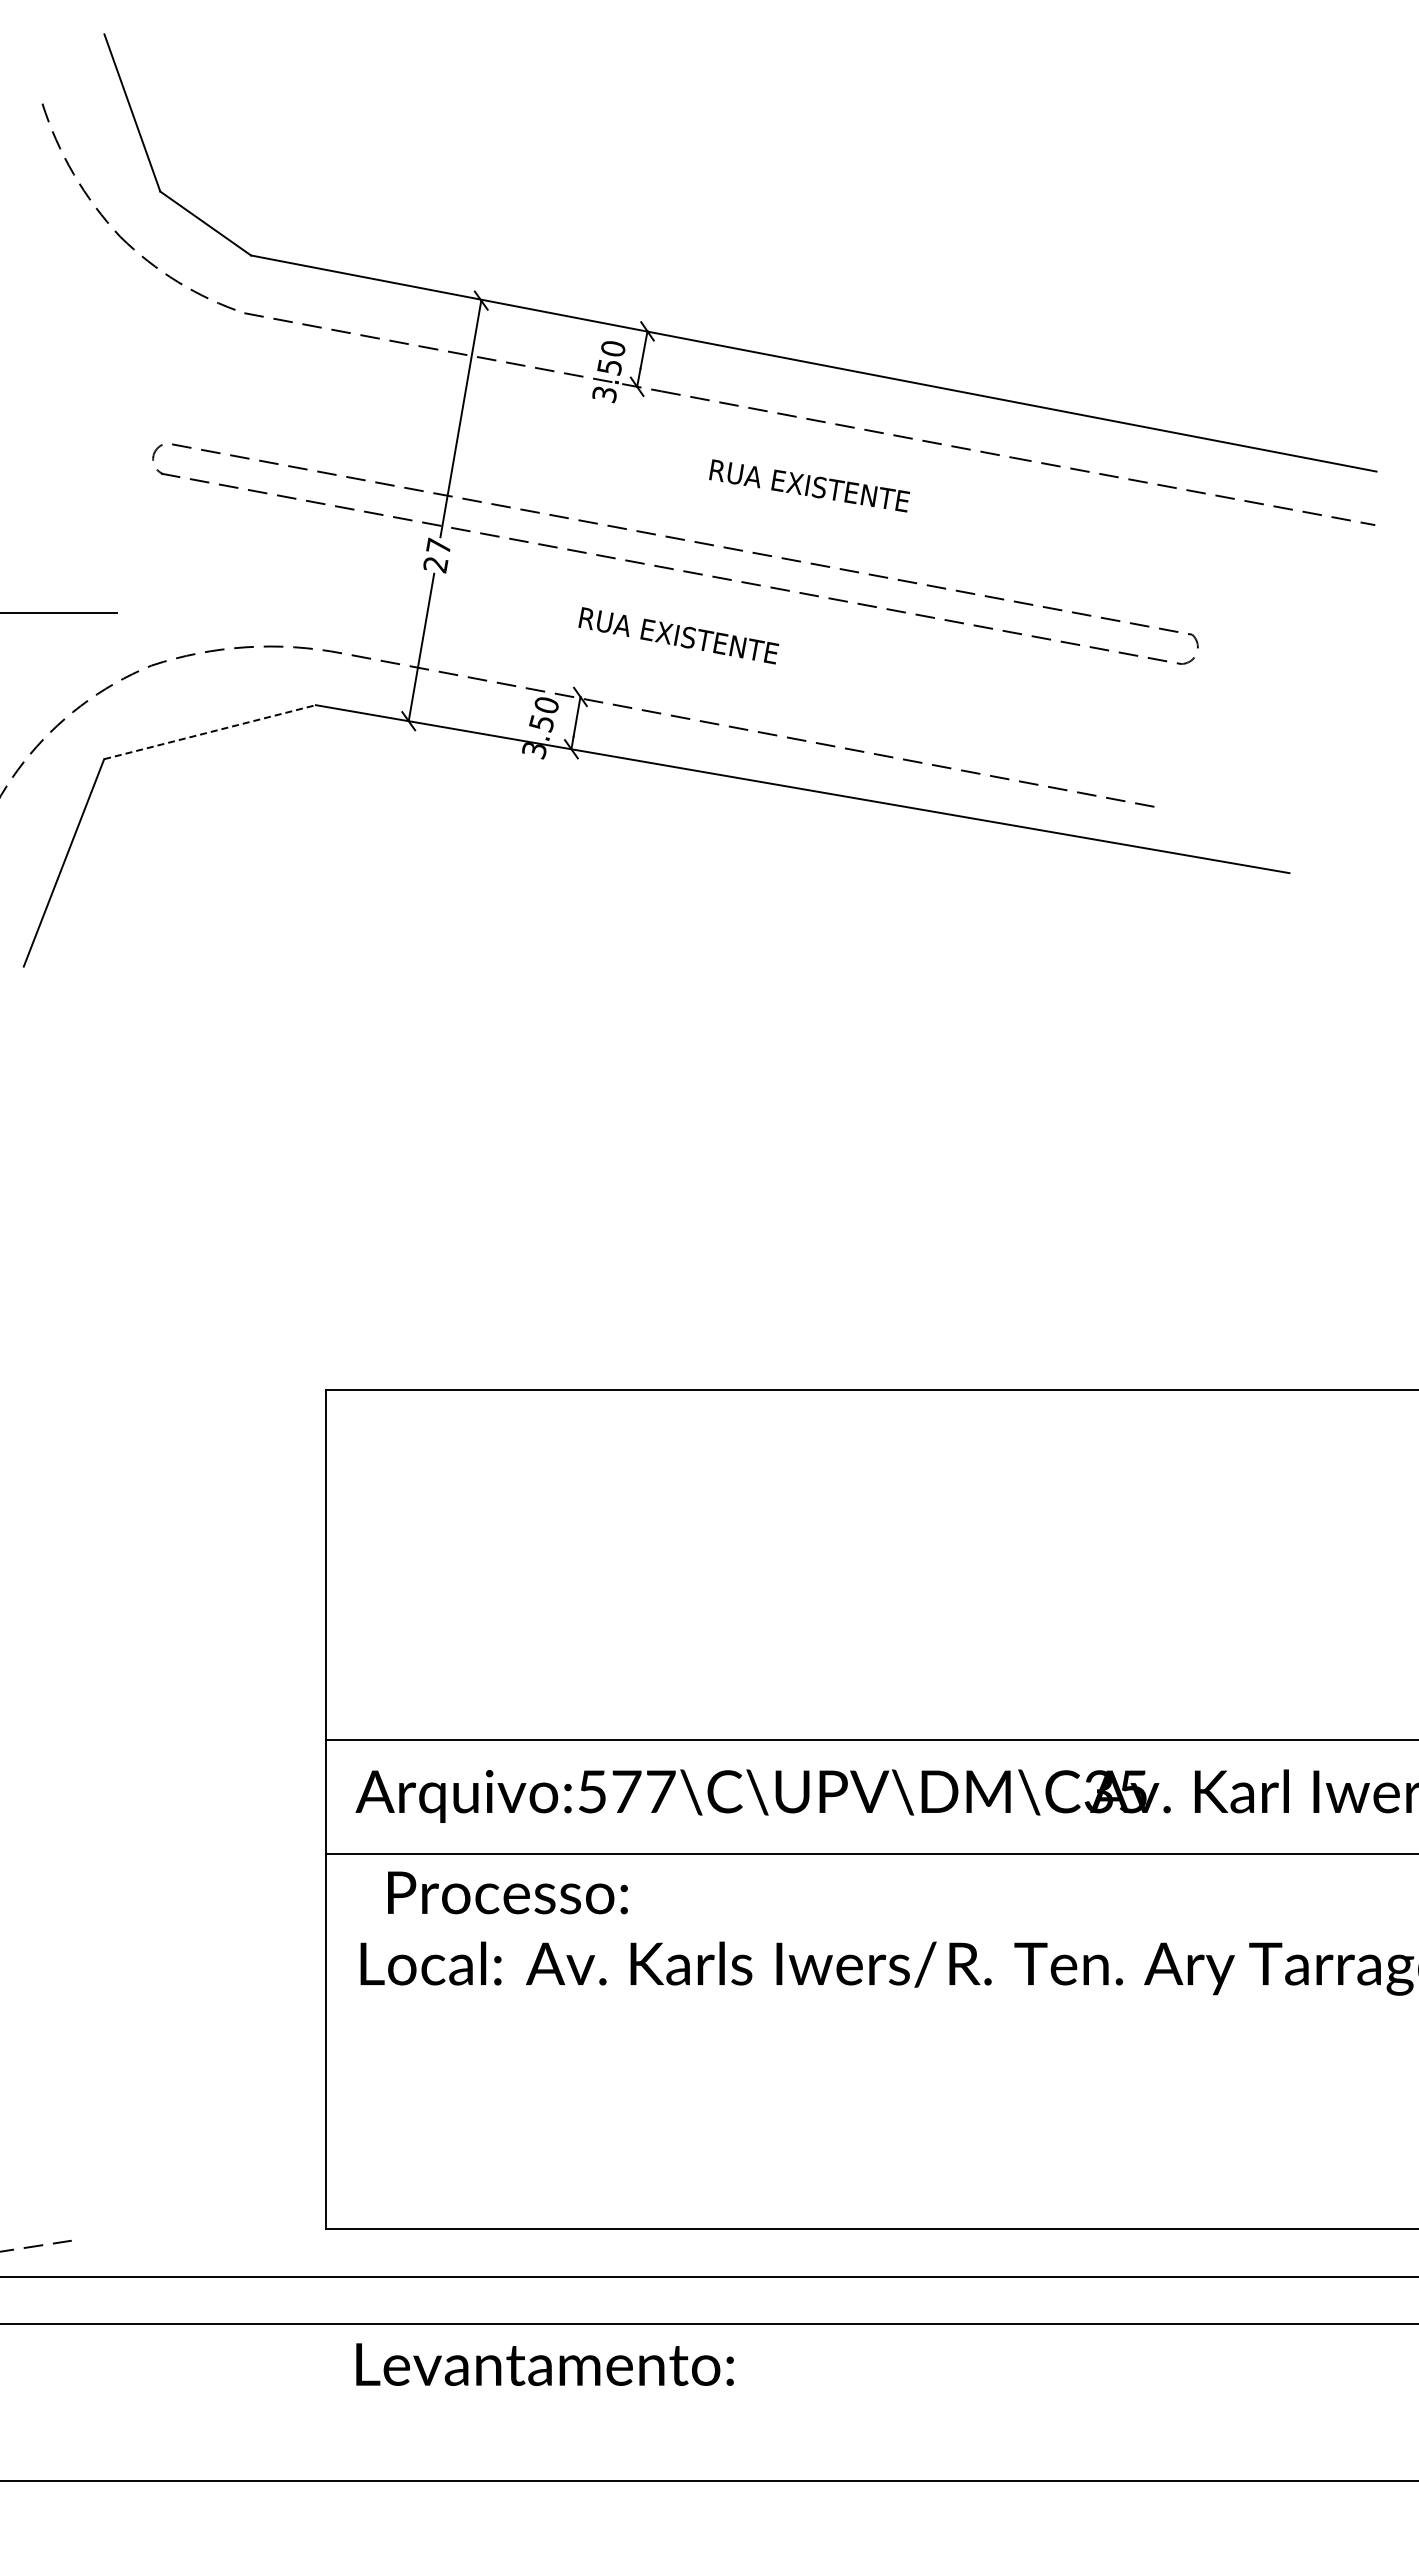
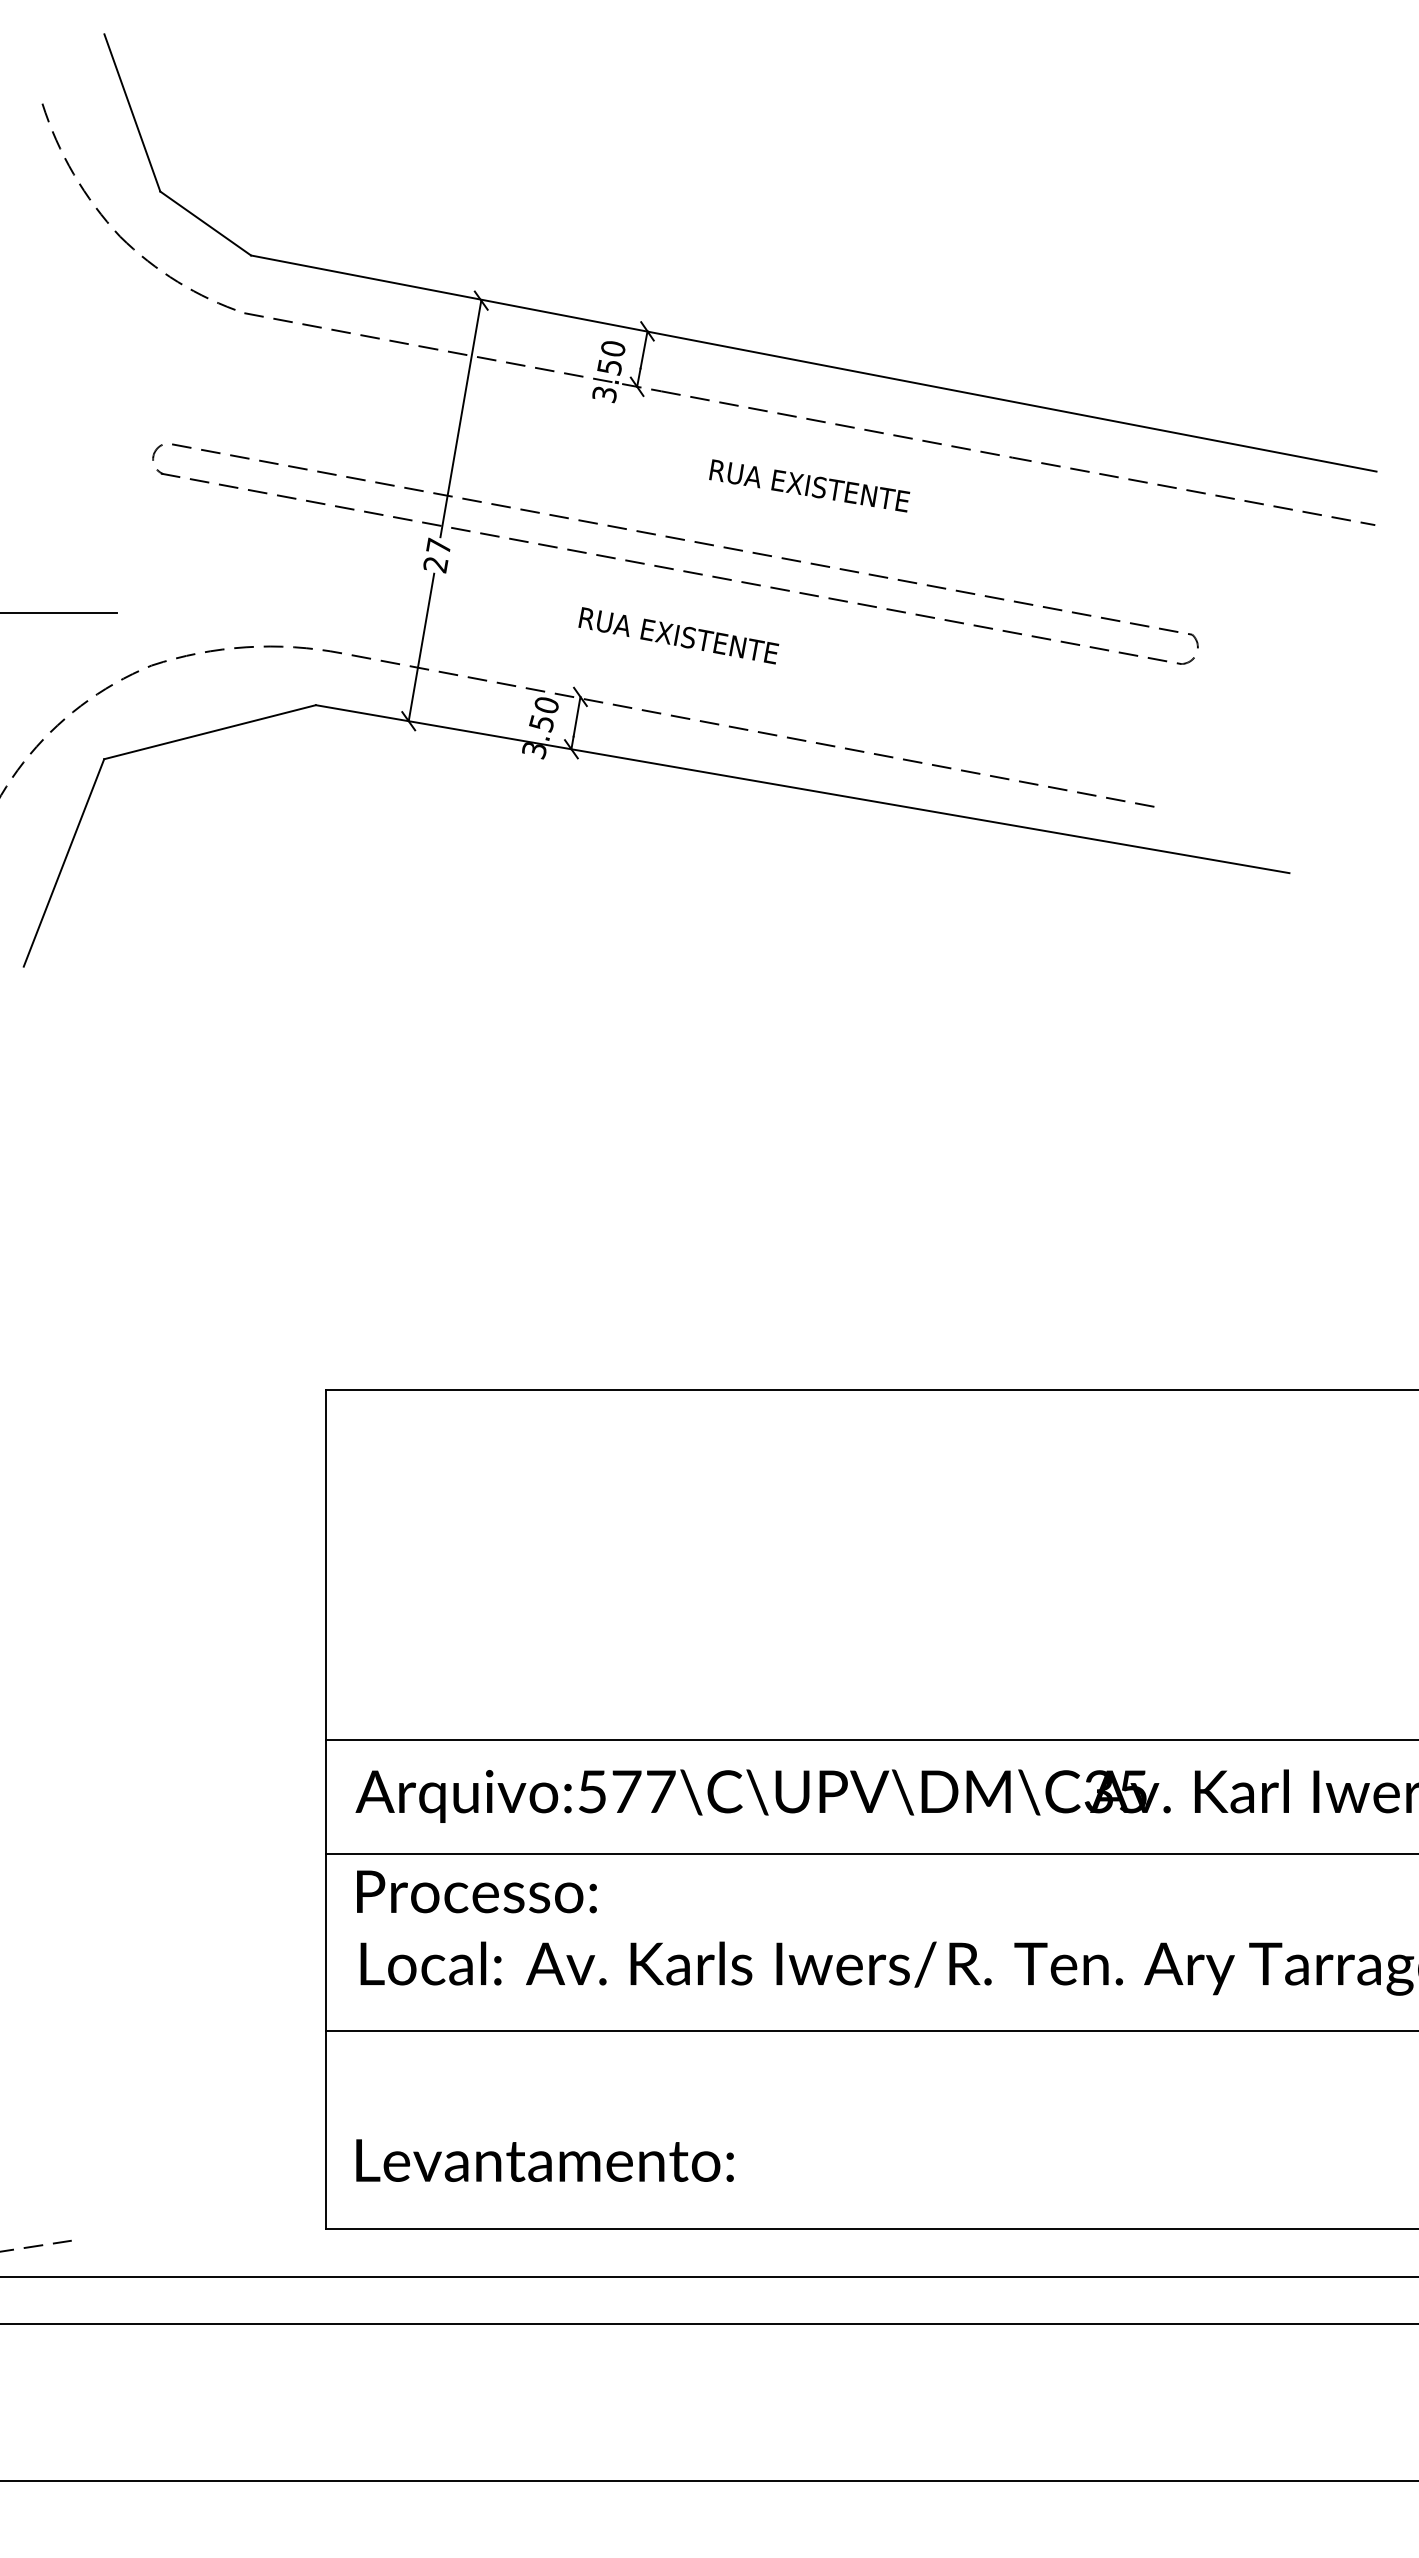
line at (210, 732): dashed -> solid
text at (507, 1892) position: (507, 1892) -> (476, 1891)
line at (870, 2030): none -> present
text at (544, 2364) position: (544, 2364) -> (544, 2160)
